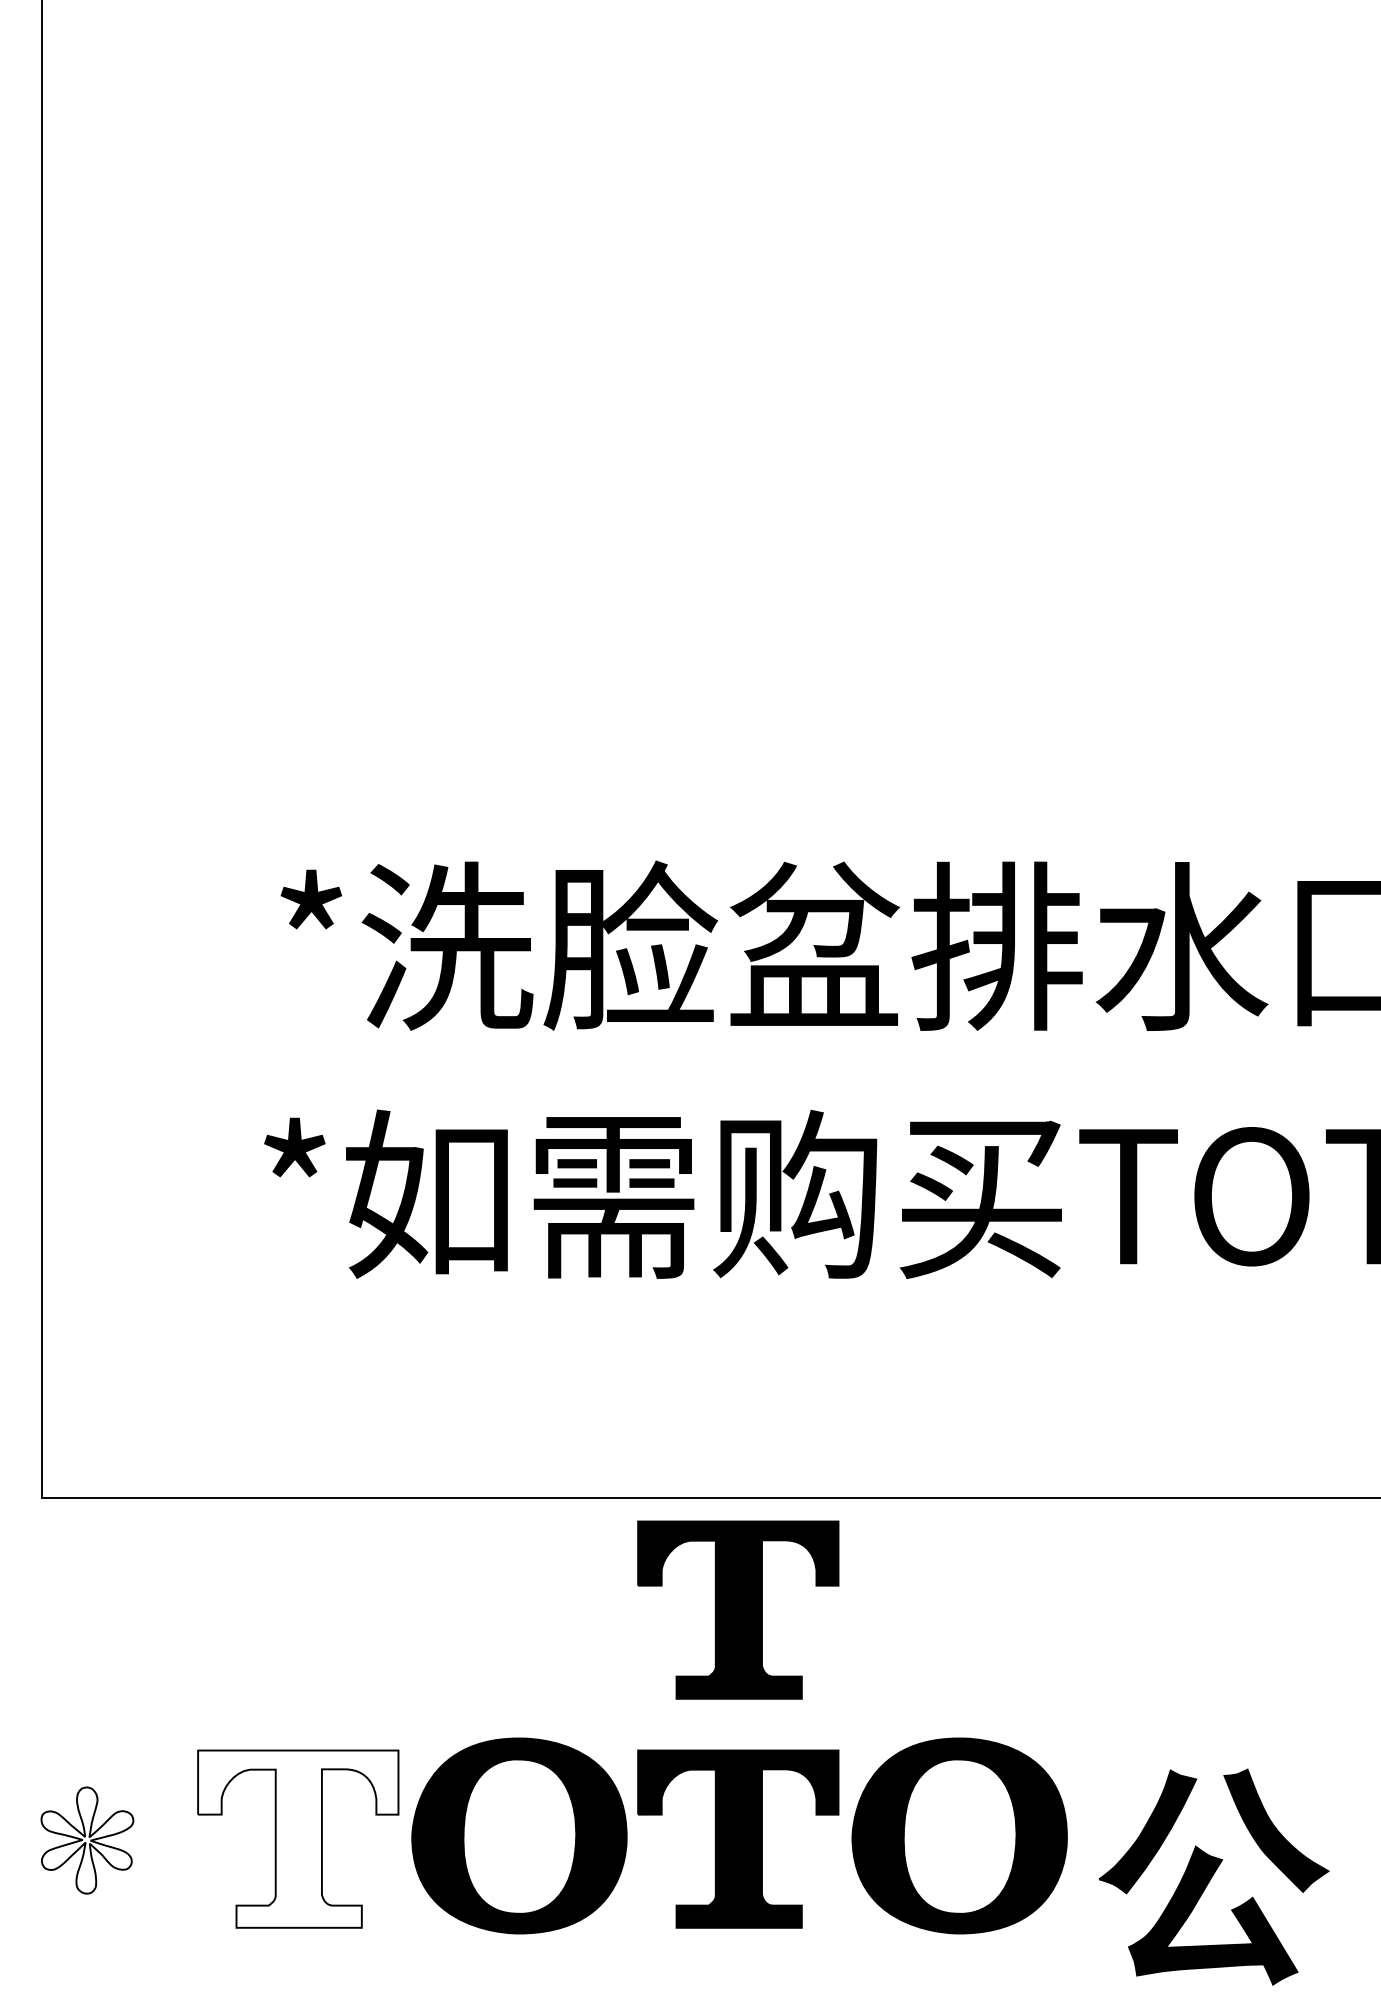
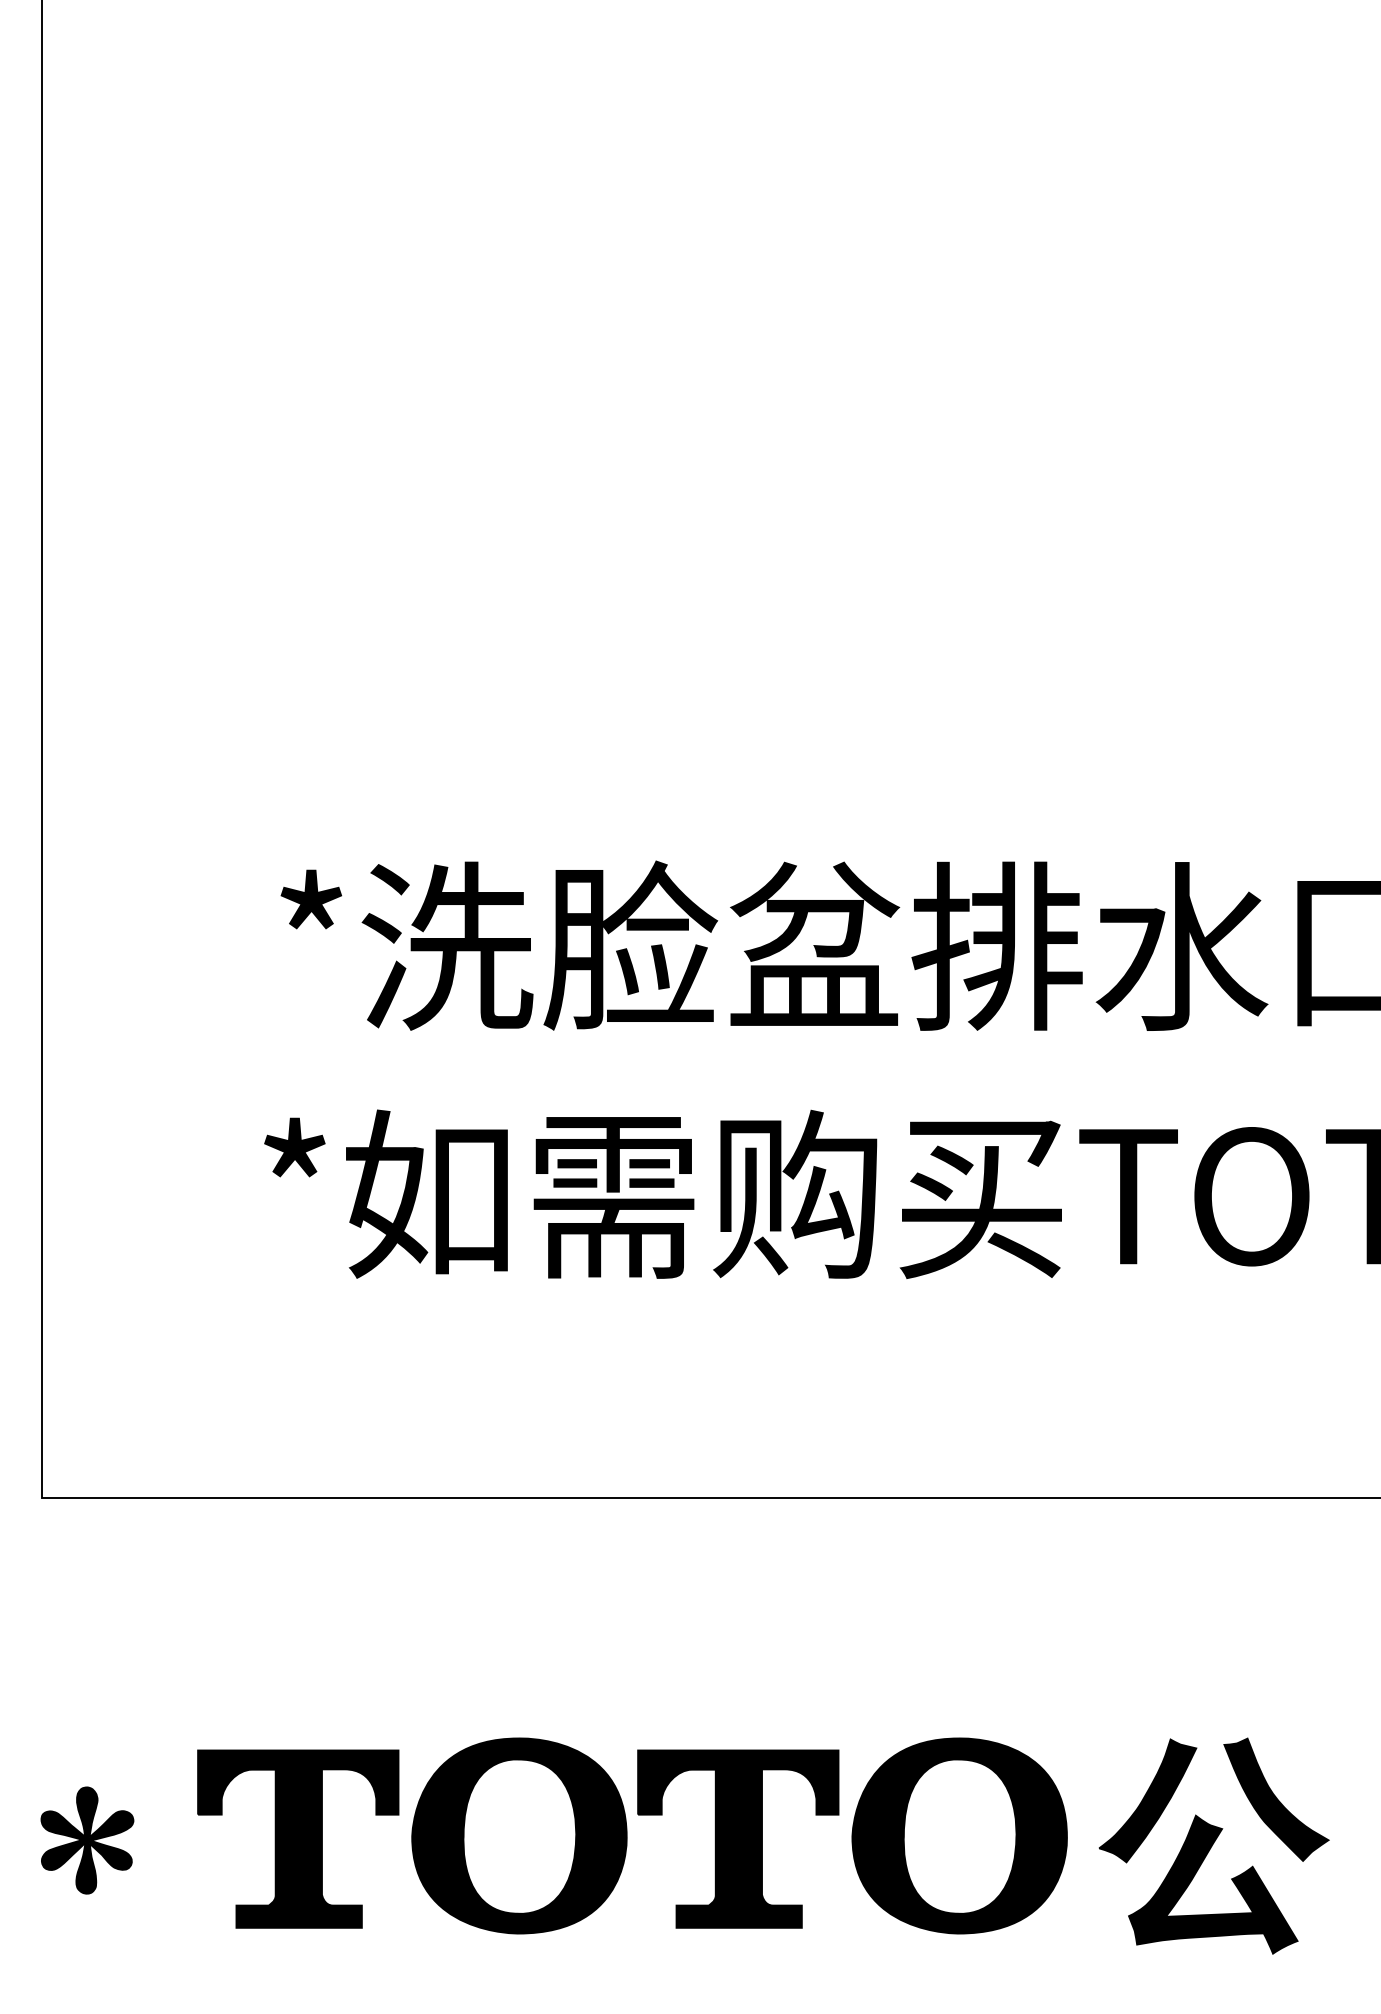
part at (738, 1609): present -> none
fill at (298, 1838): none -> present
fill at (87, 1840): none -> present
part at (1213, 1876) position: (1213, 1876) -> (1213, 1845)
